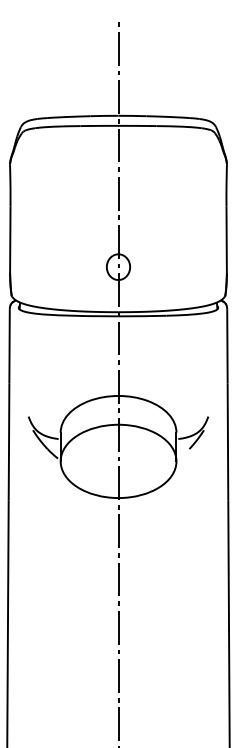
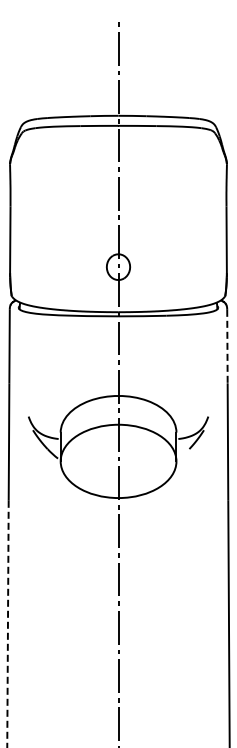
line at (227, 346): solid -> dashed
line at (7, 624): solid -> dashed
